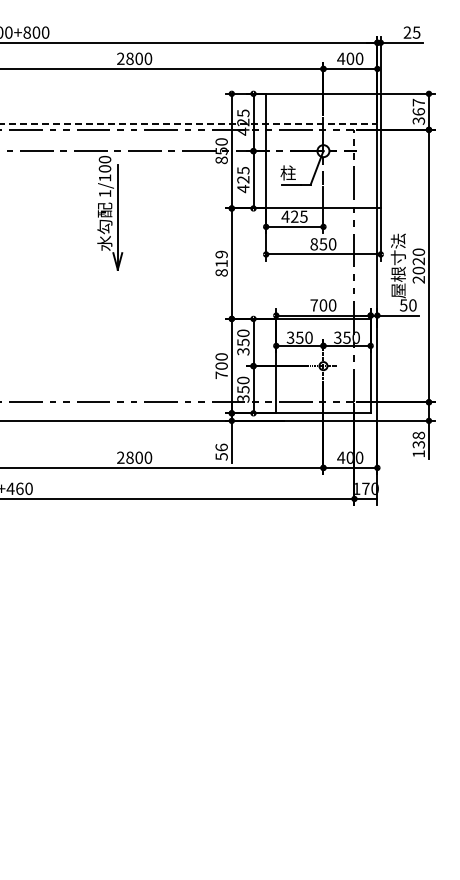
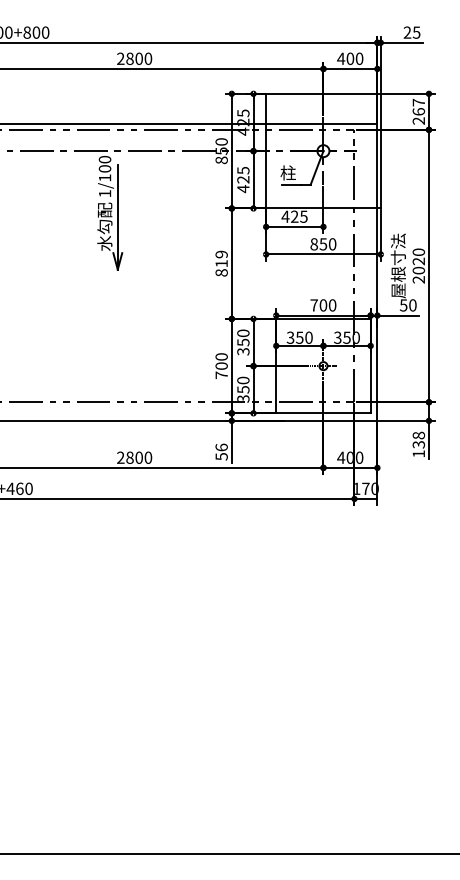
text at (419, 120): 367 -> 267
line at (189, 124): dashed -> solid
line at (229, 853): none -> present
